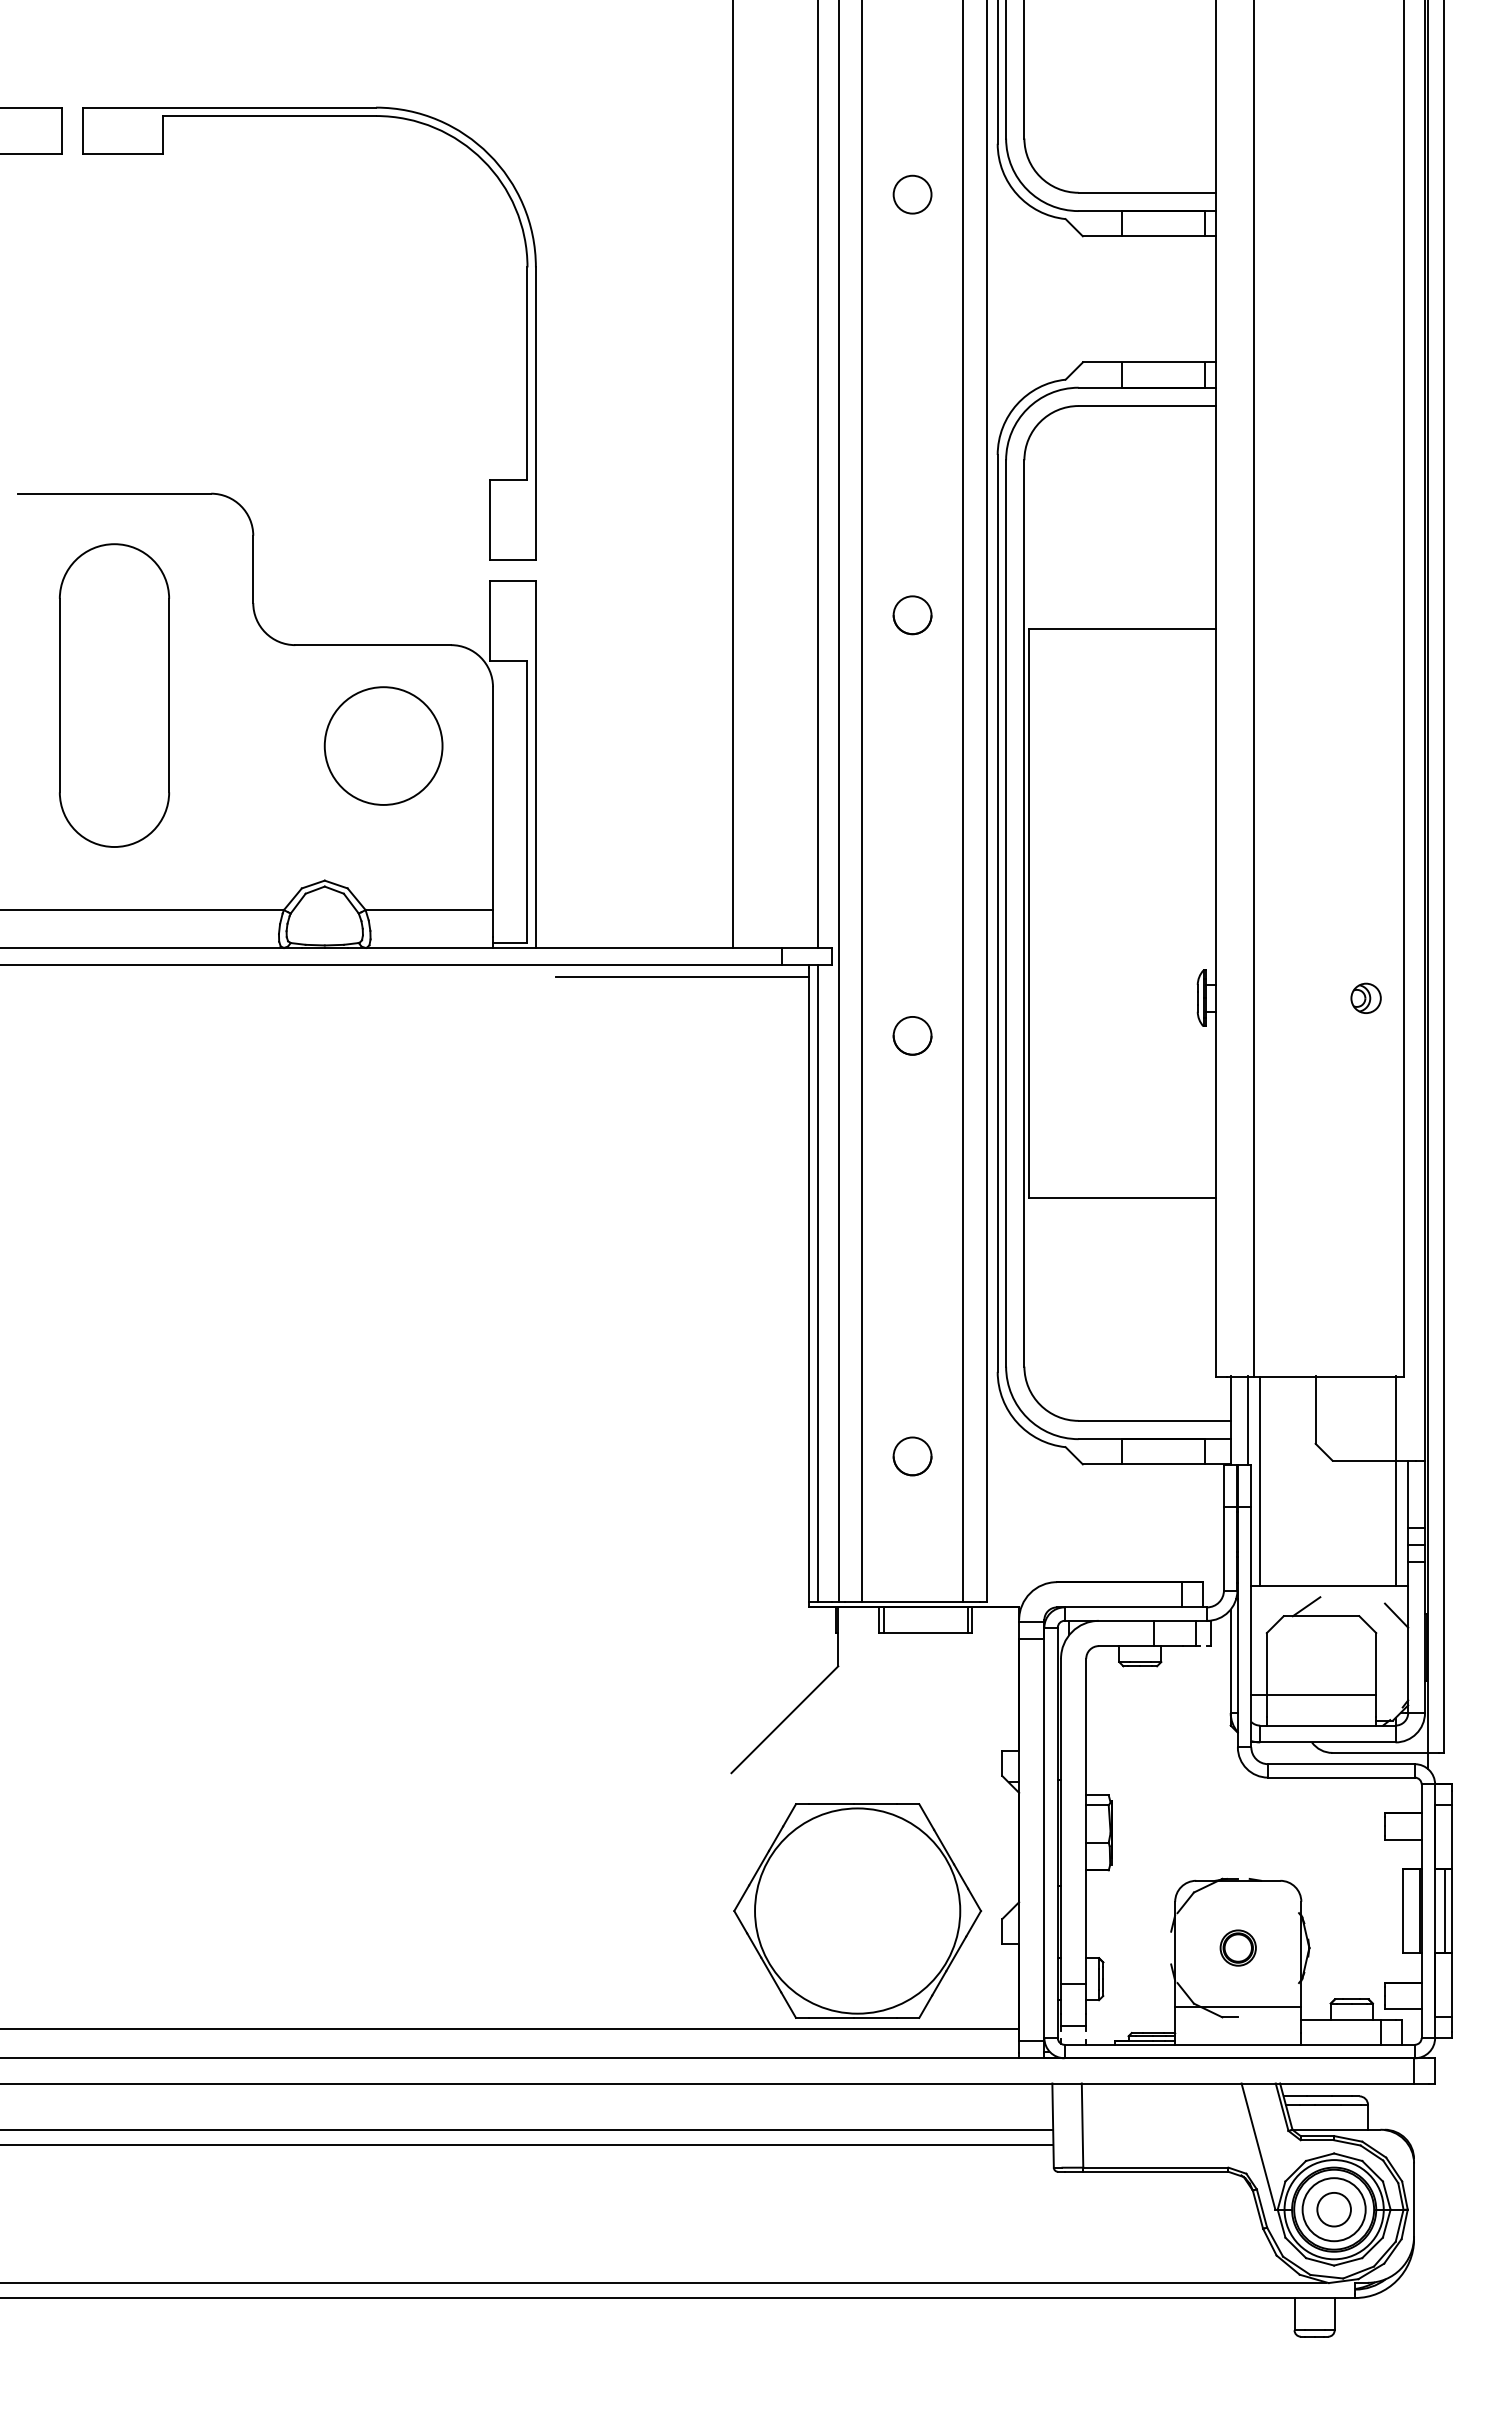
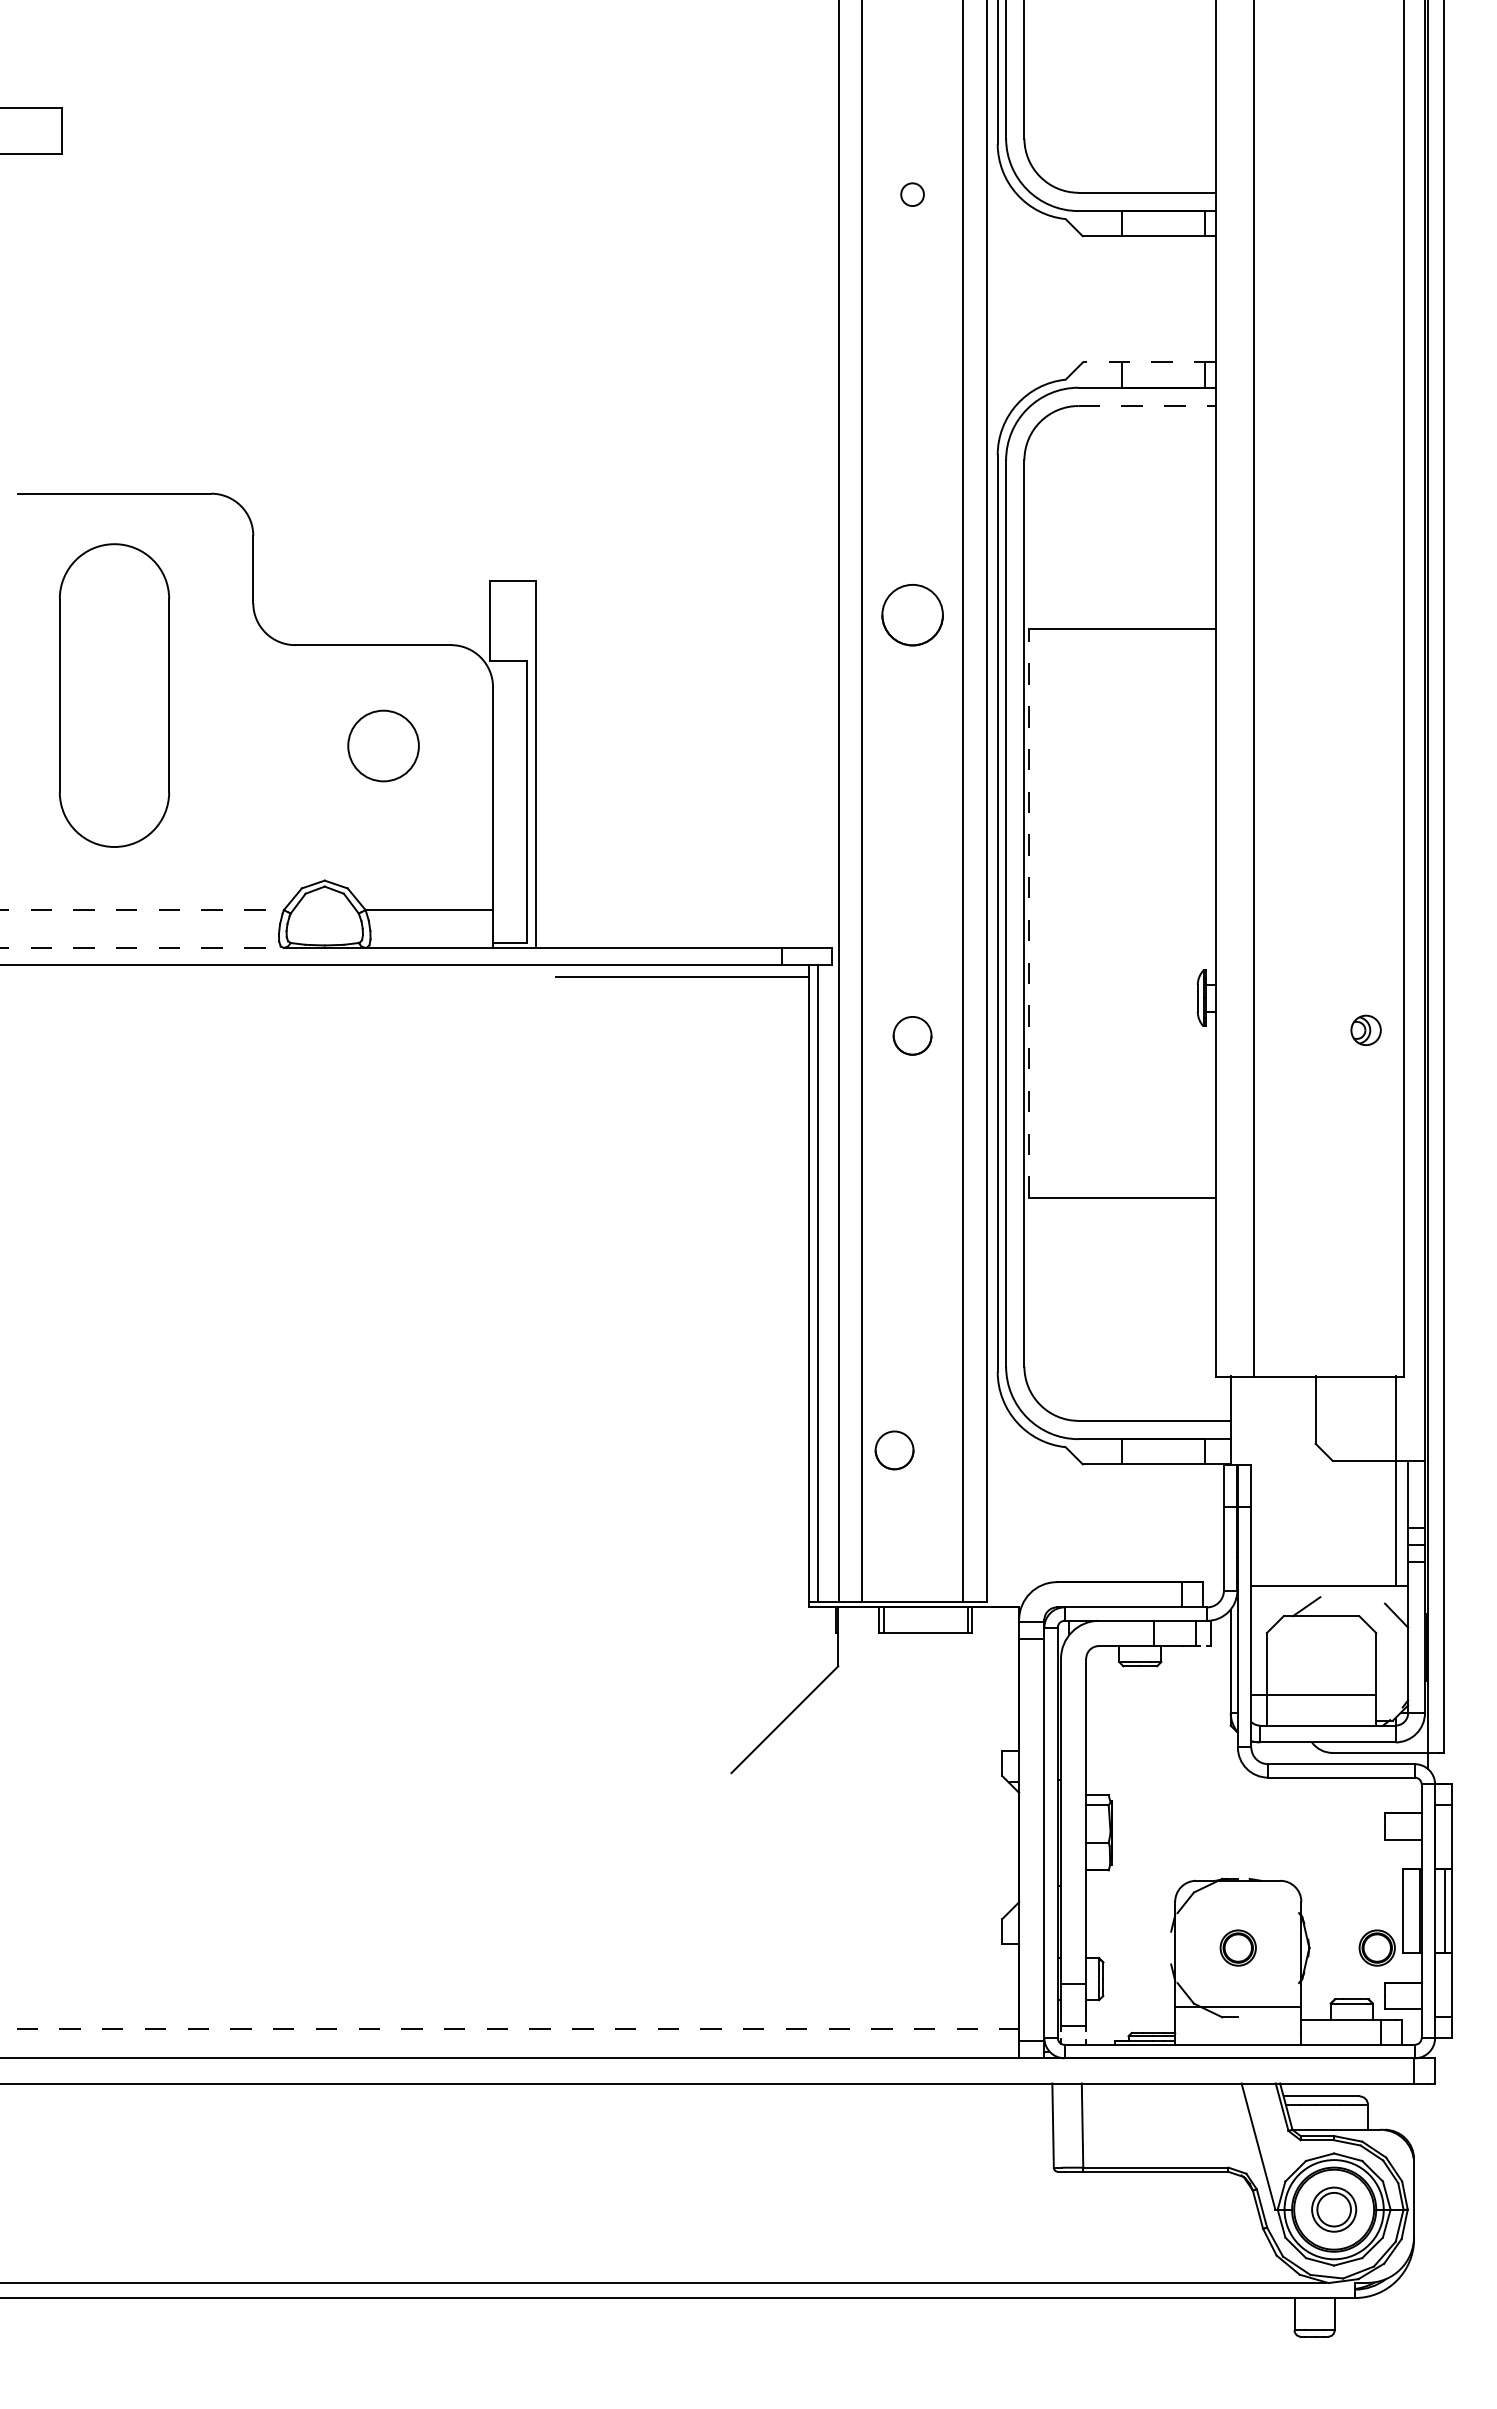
part at (309, 116): present -> none
circle at (912, 194) diameter: 38 px -> 23 px
line at (1148, 362): solid -> dashed
line at (1147, 406): solid -> dashed
line at (733, 474): present -> none
line at (817, 474): present -> none
part at (912, 615) size: 41x41 px -> 63x63 px
circle at (383, 745) size: 121x120 px -> 73x74 px
line at (141, 910): solid -> dashed
line at (1028, 912): solid -> dashed
line at (141, 947): solid -> dashed
part at (1365, 997) position: (1365, 997) -> (1365, 1029)
line at (1247, 1420): present -> none
part at (912, 1456) position: (912, 1456) -> (894, 1450)
line at (1260, 1480): present -> none
part at (857, 1910): present -> none
part at (1376, 1947): none -> present
line at (510, 2028): solid -> dashed
line at (527, 2129): present -> none
line at (527, 2144): present -> none
circle at (1333, 2209) diameter: 63 px -> 44 px
